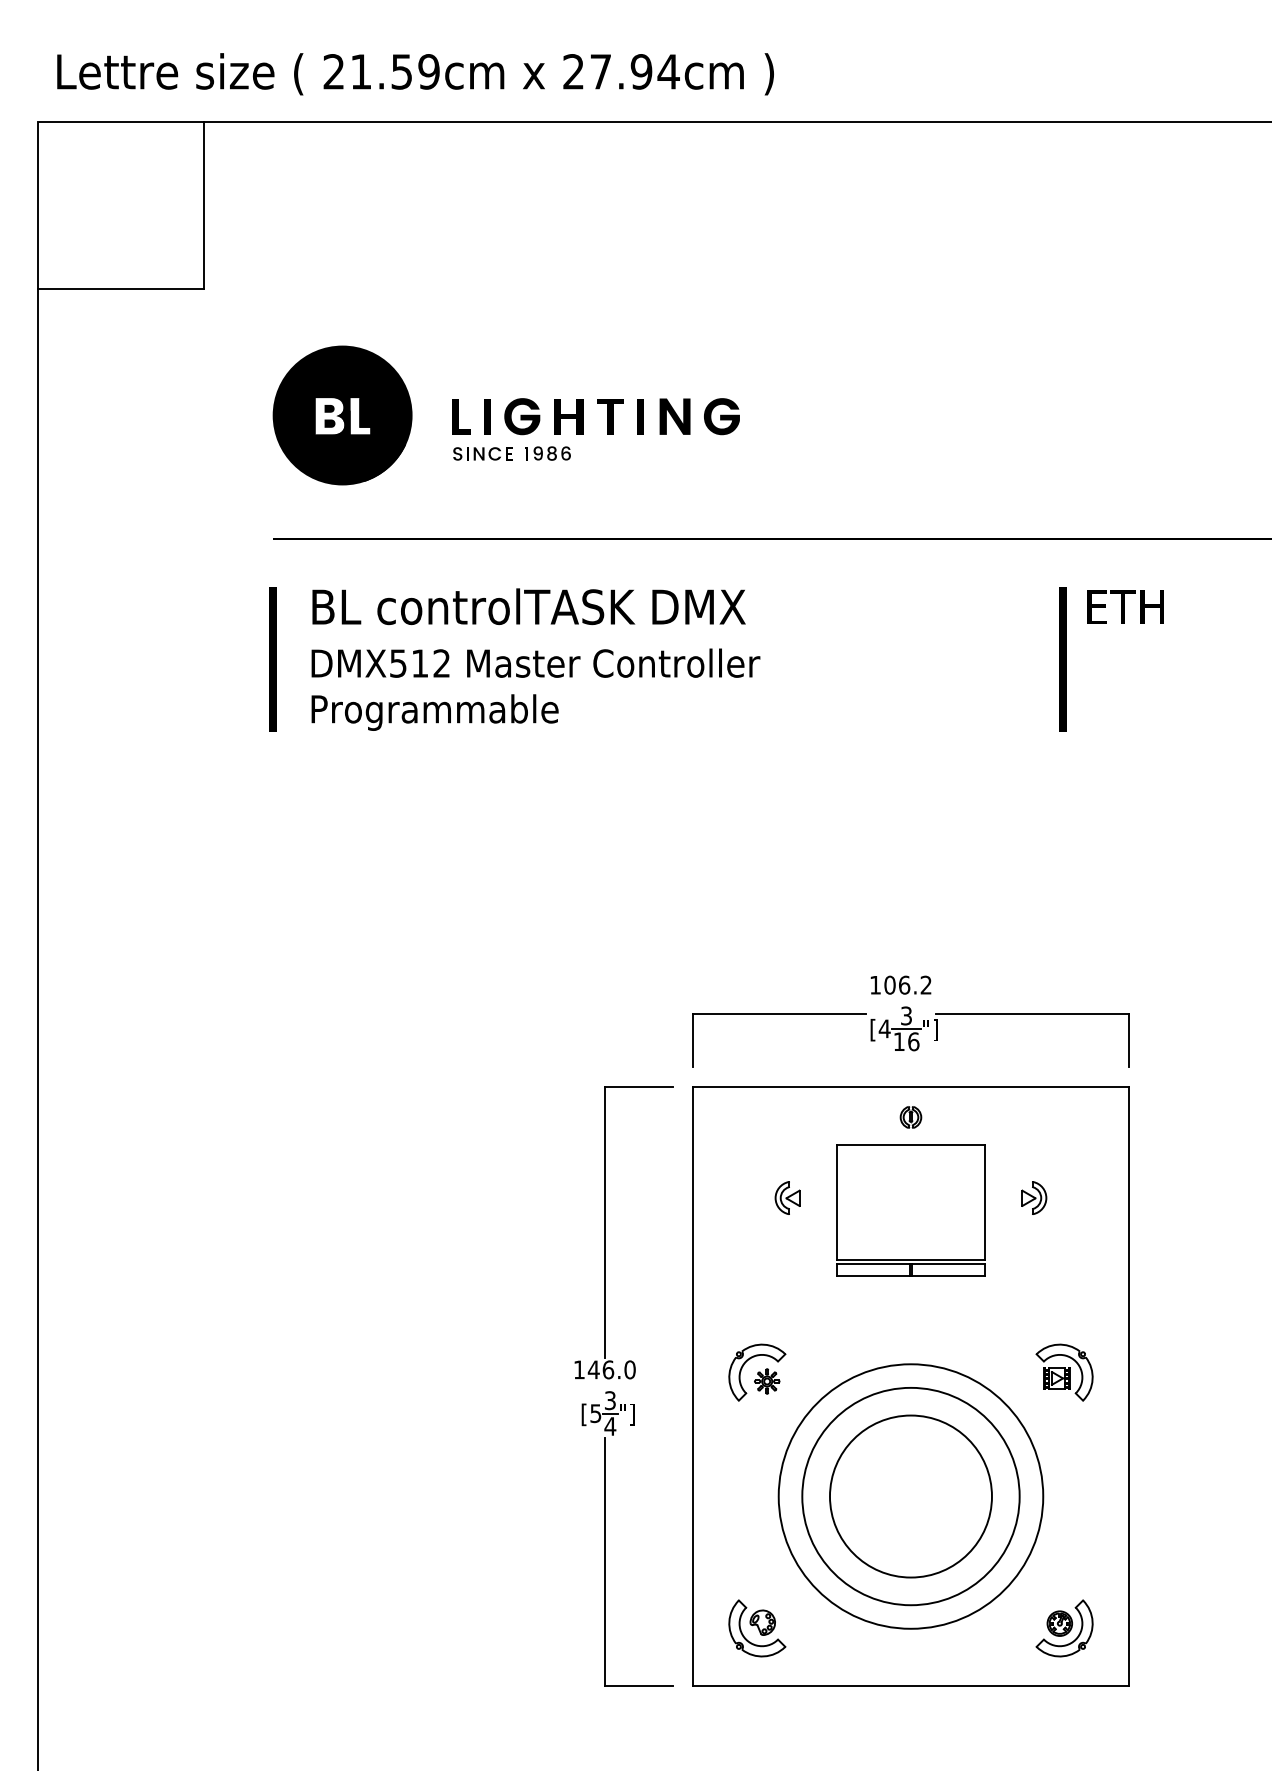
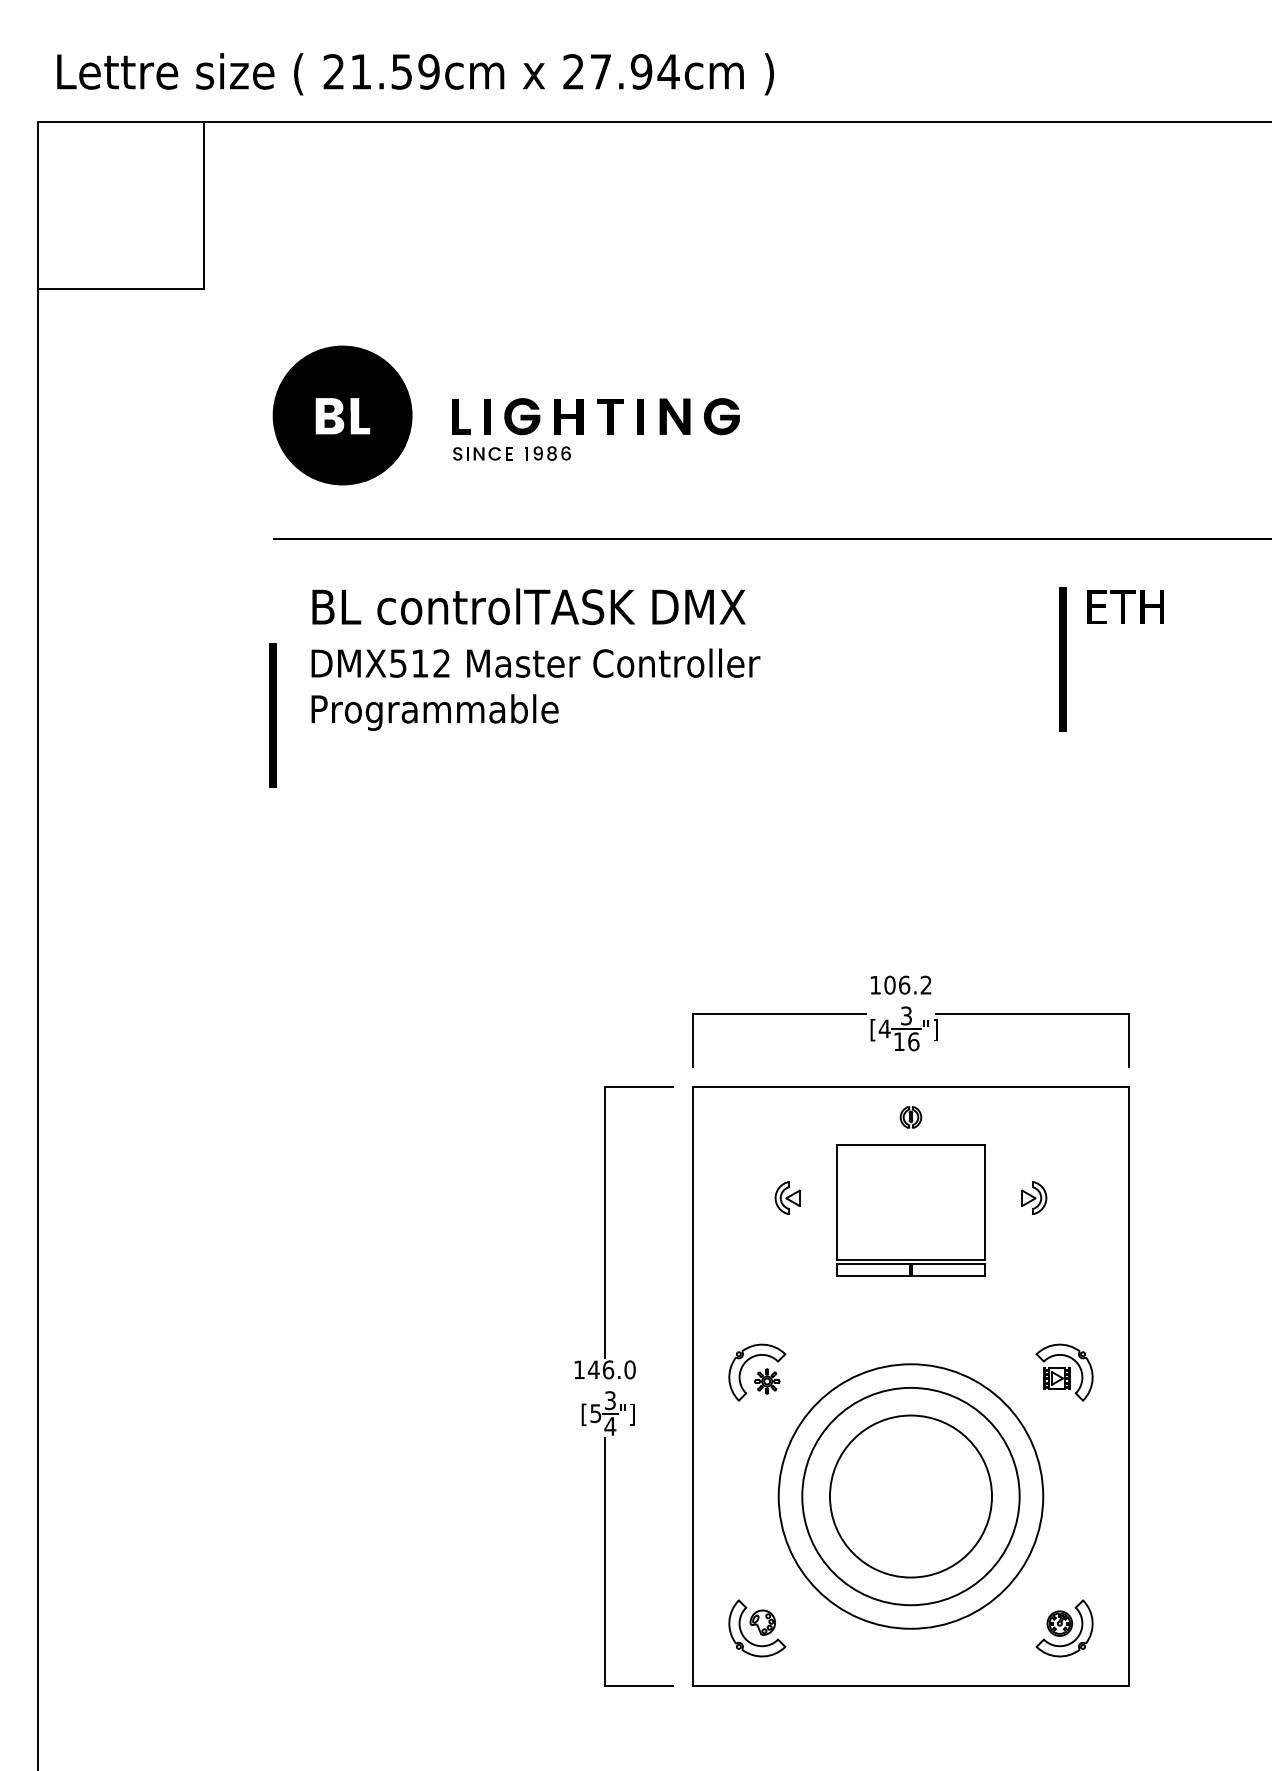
line at (272, 659) position: (272, 659) -> (272, 715)
